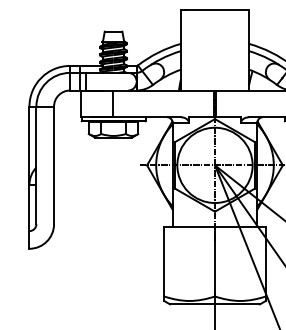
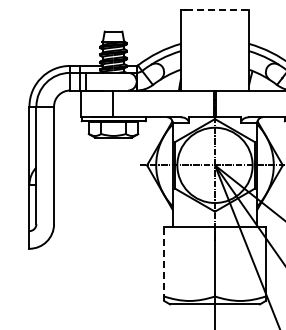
line at (217, 10): solid -> dashed
line at (164, 263): solid -> dashed
